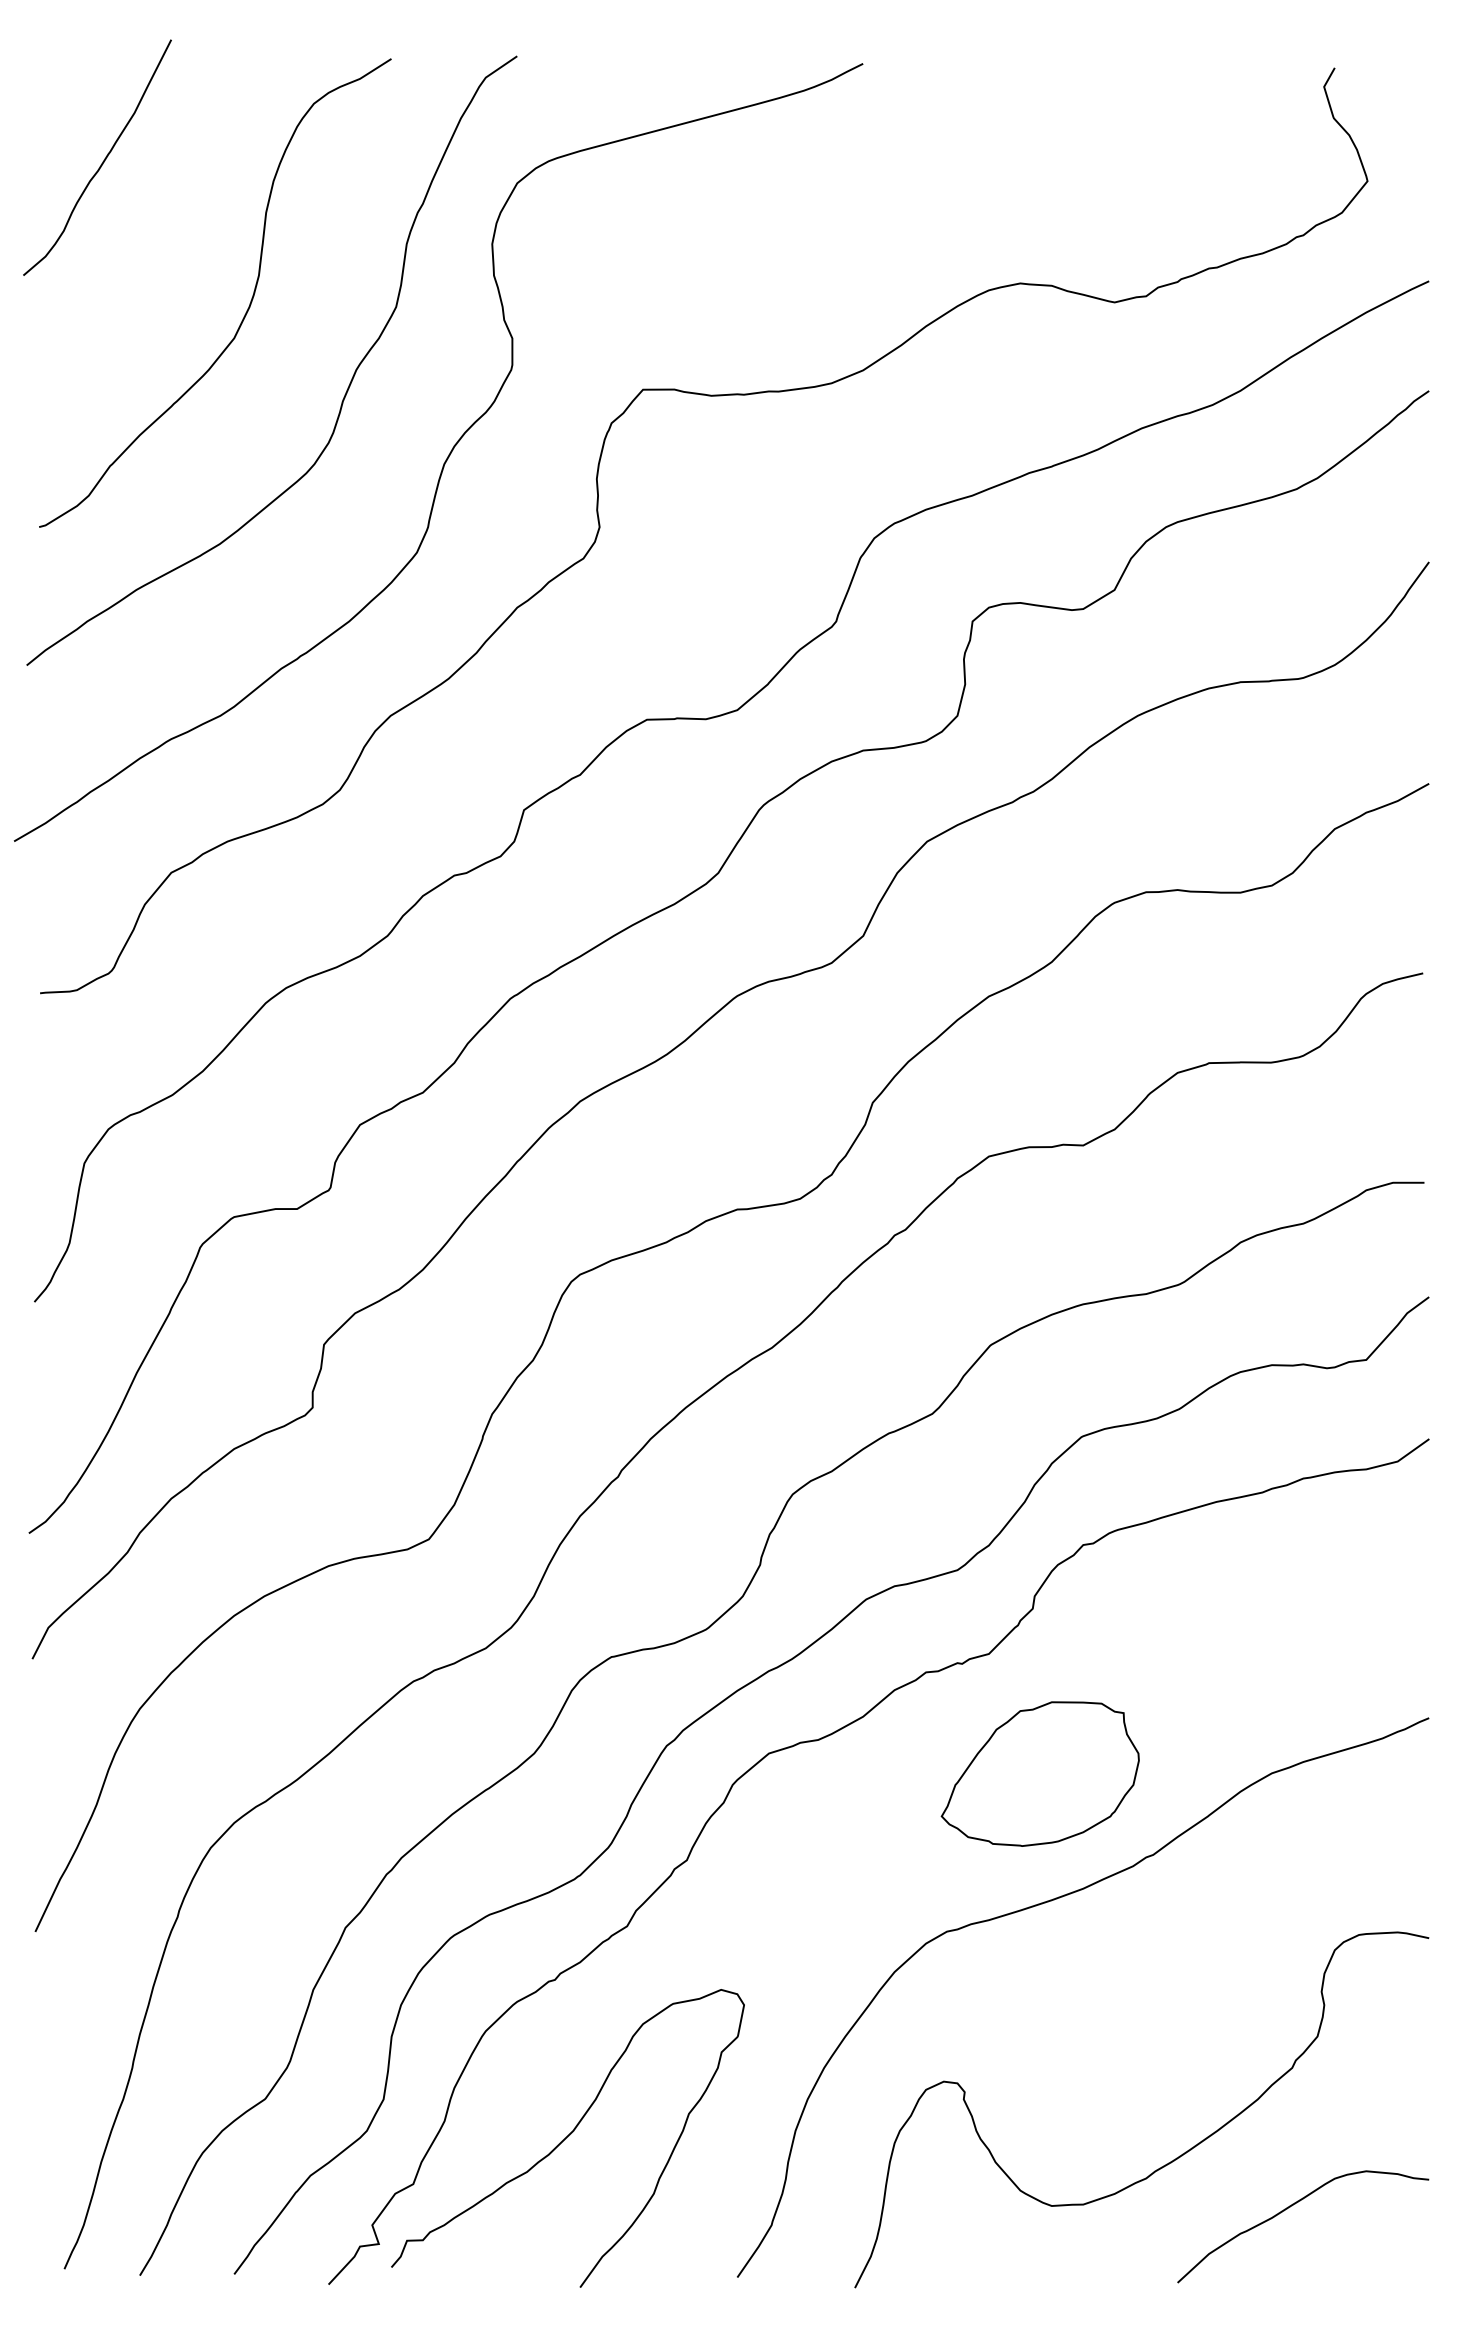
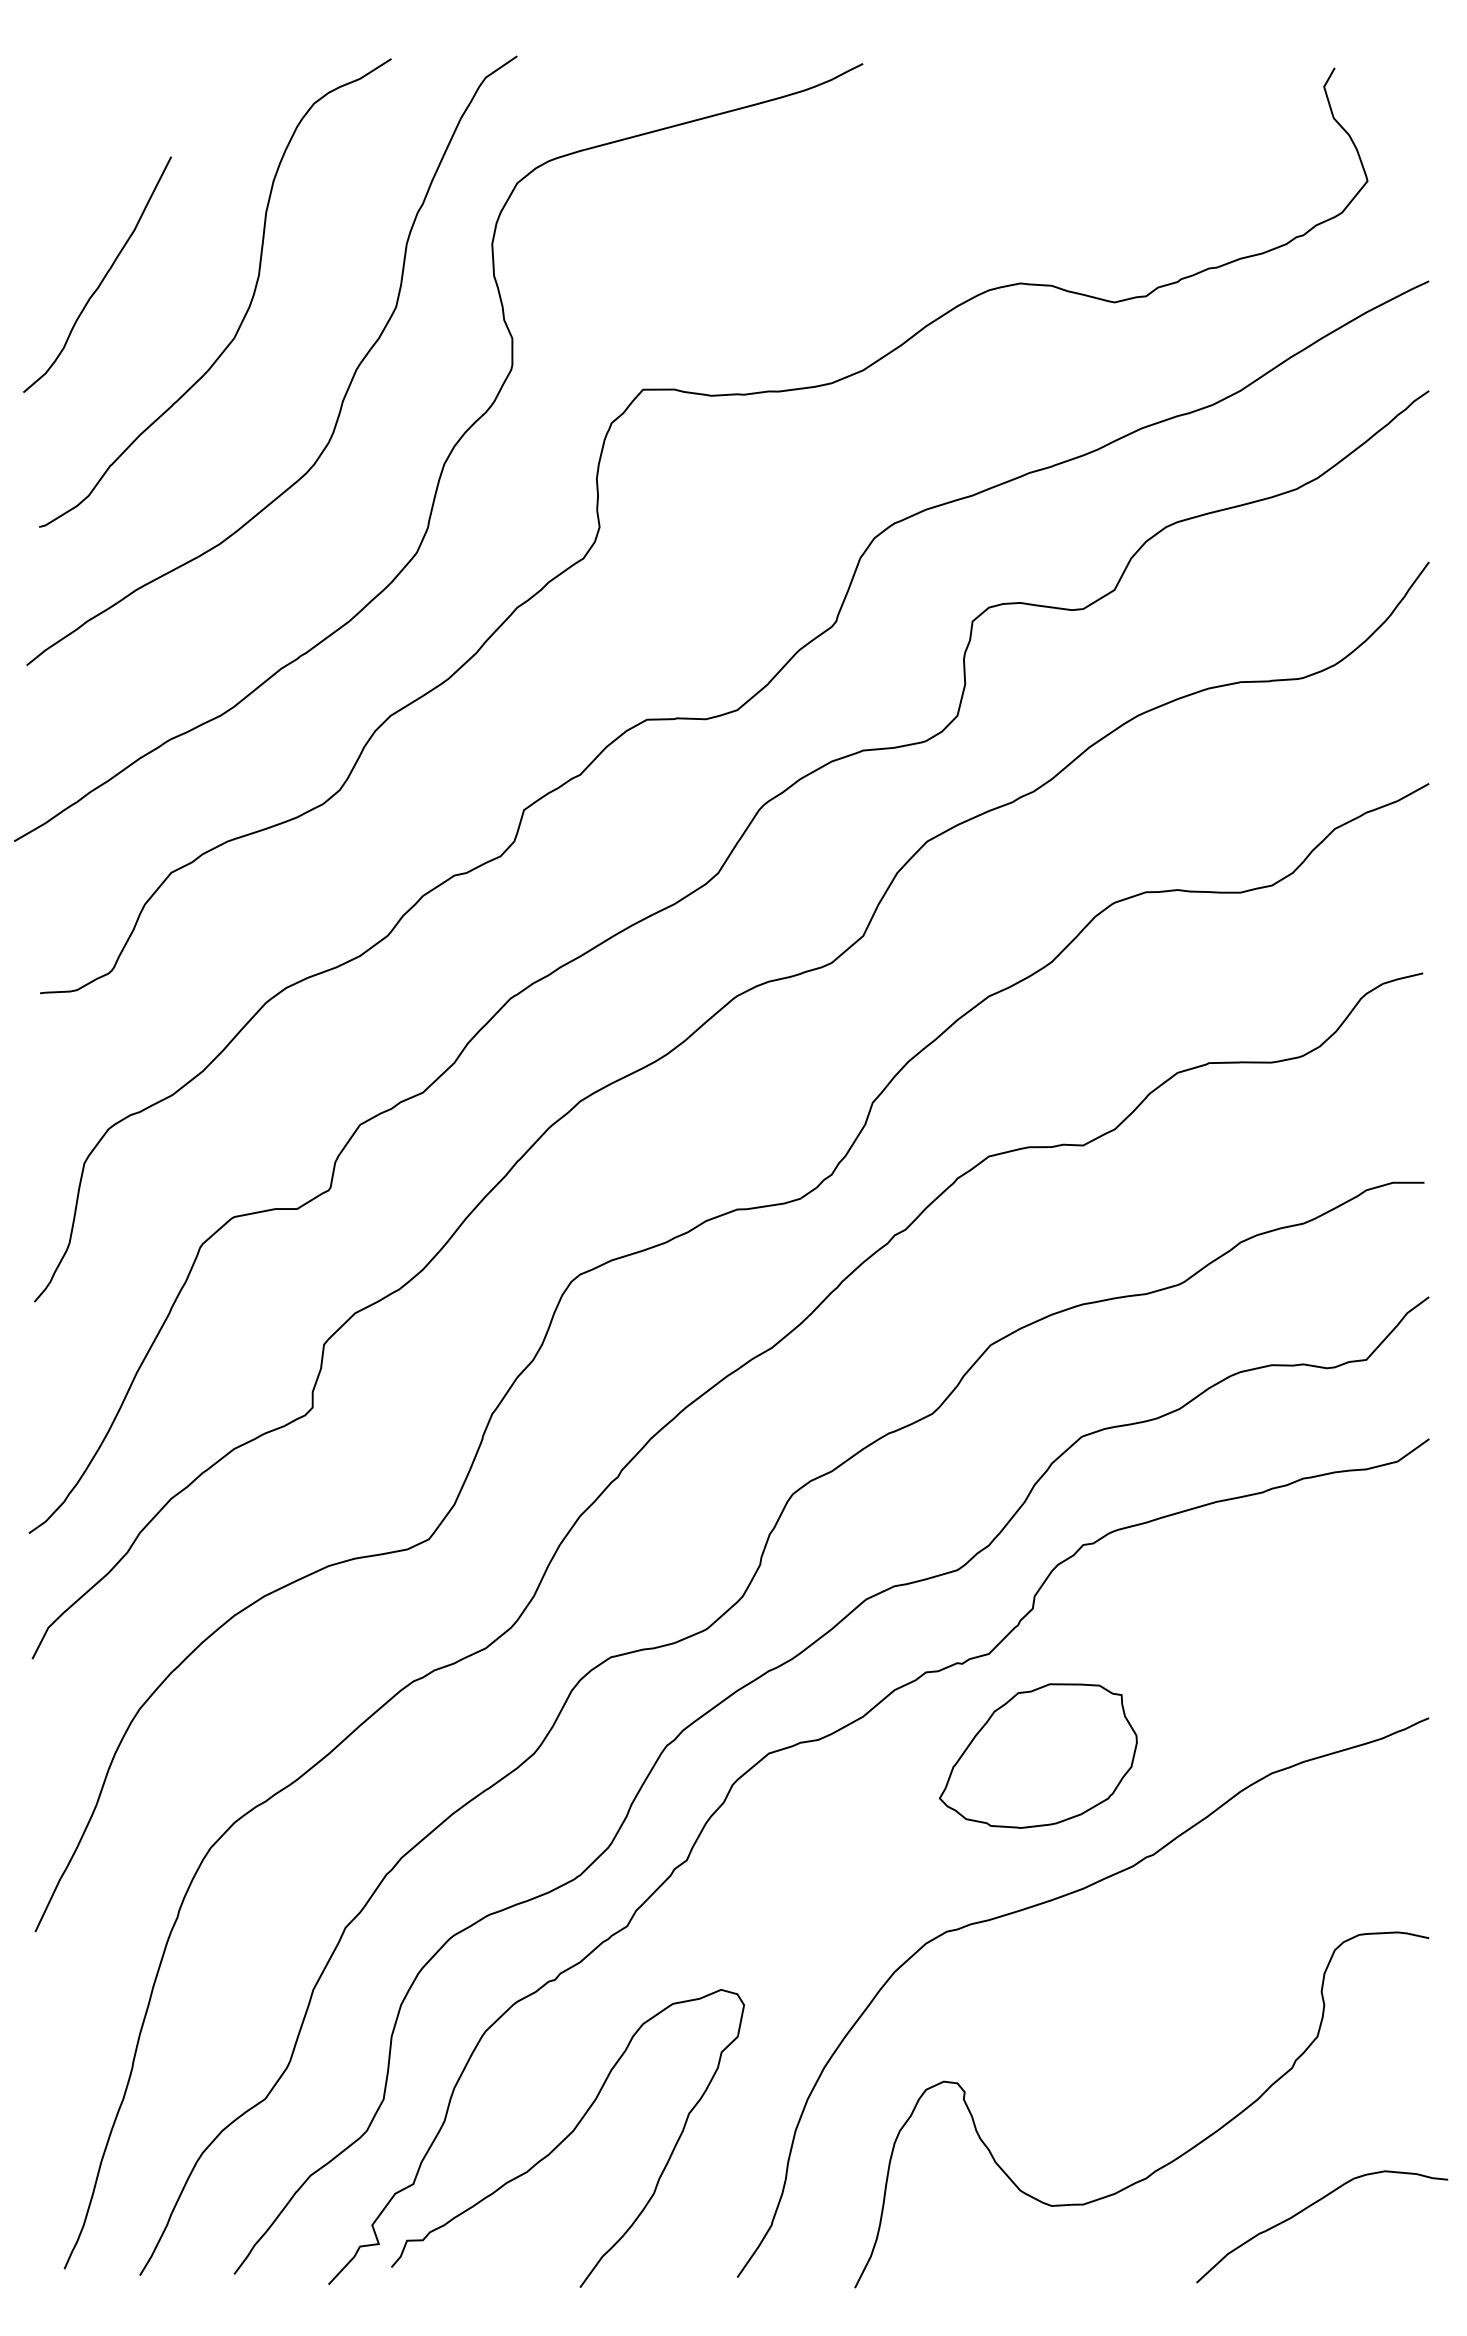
curve at (102, 161) position: (102, 161) -> (102, 278)
part at (1039, 1773) position: (1039, 1773) -> (1037, 1755)
curve at (1290, 2207) position: (1290, 2207) -> (1309, 2207)
